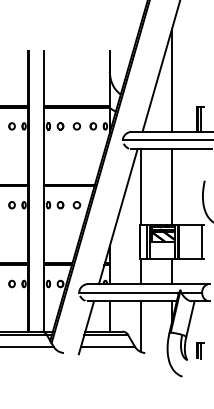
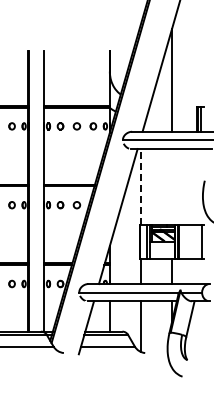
line at (140, 186): solid -> dashed
line at (171, 186): present -> none
part at (200, 350): present -> none
